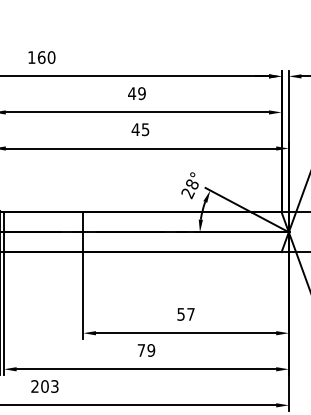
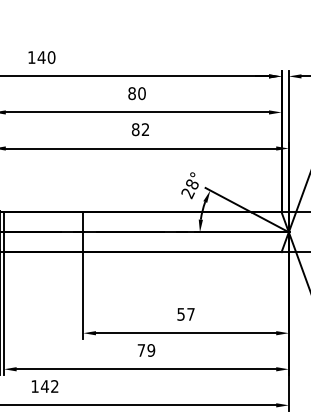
text at (41, 57): 160 -> 140
text at (136, 93): 49 -> 80
text at (140, 129): 45 -> 82
text at (44, 386): 203 -> 142
